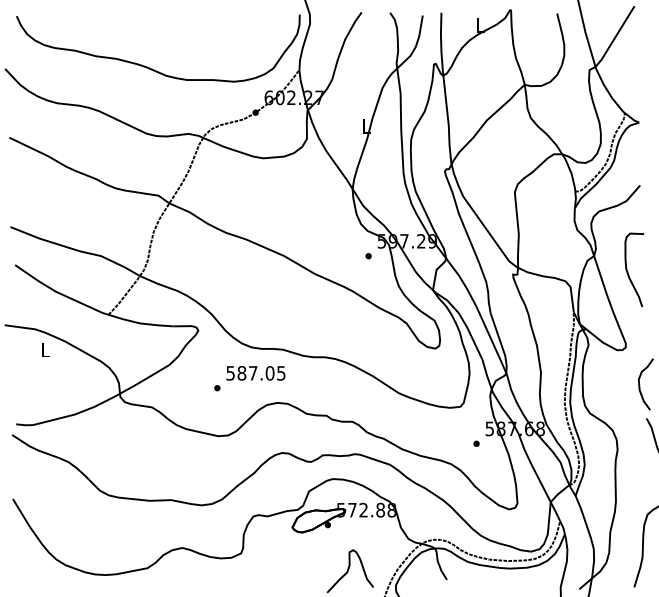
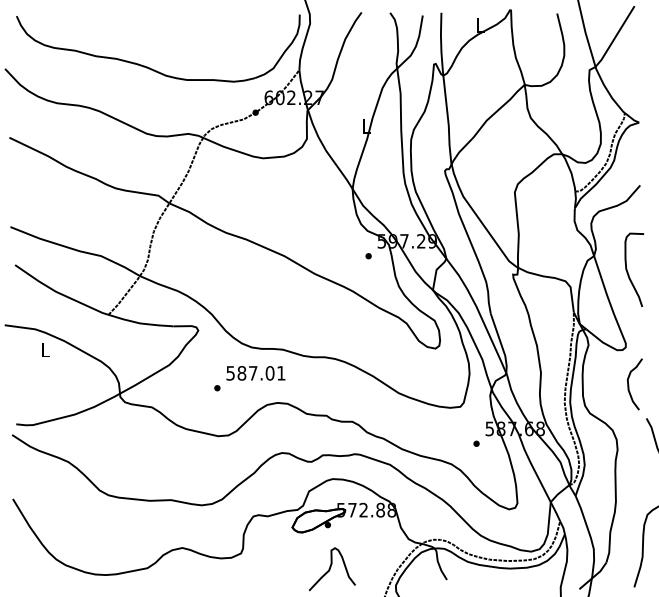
text at (281, 373): 587.05 -> 587.01
curve at (640, 384) position: (640, 384) -> (629, 384)
curve at (348, 571) position: (348, 571) -> (330, 569)
